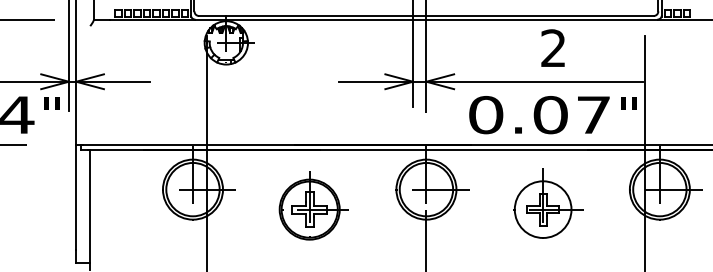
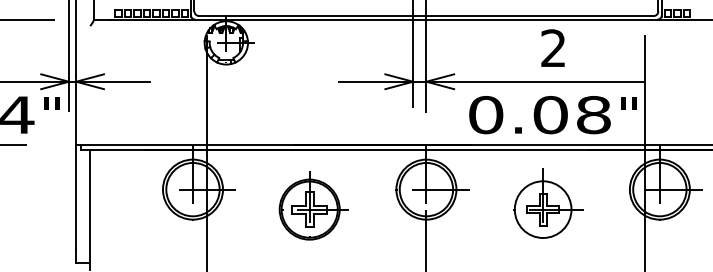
text at (593, 115): 0.07 -> 0.08
